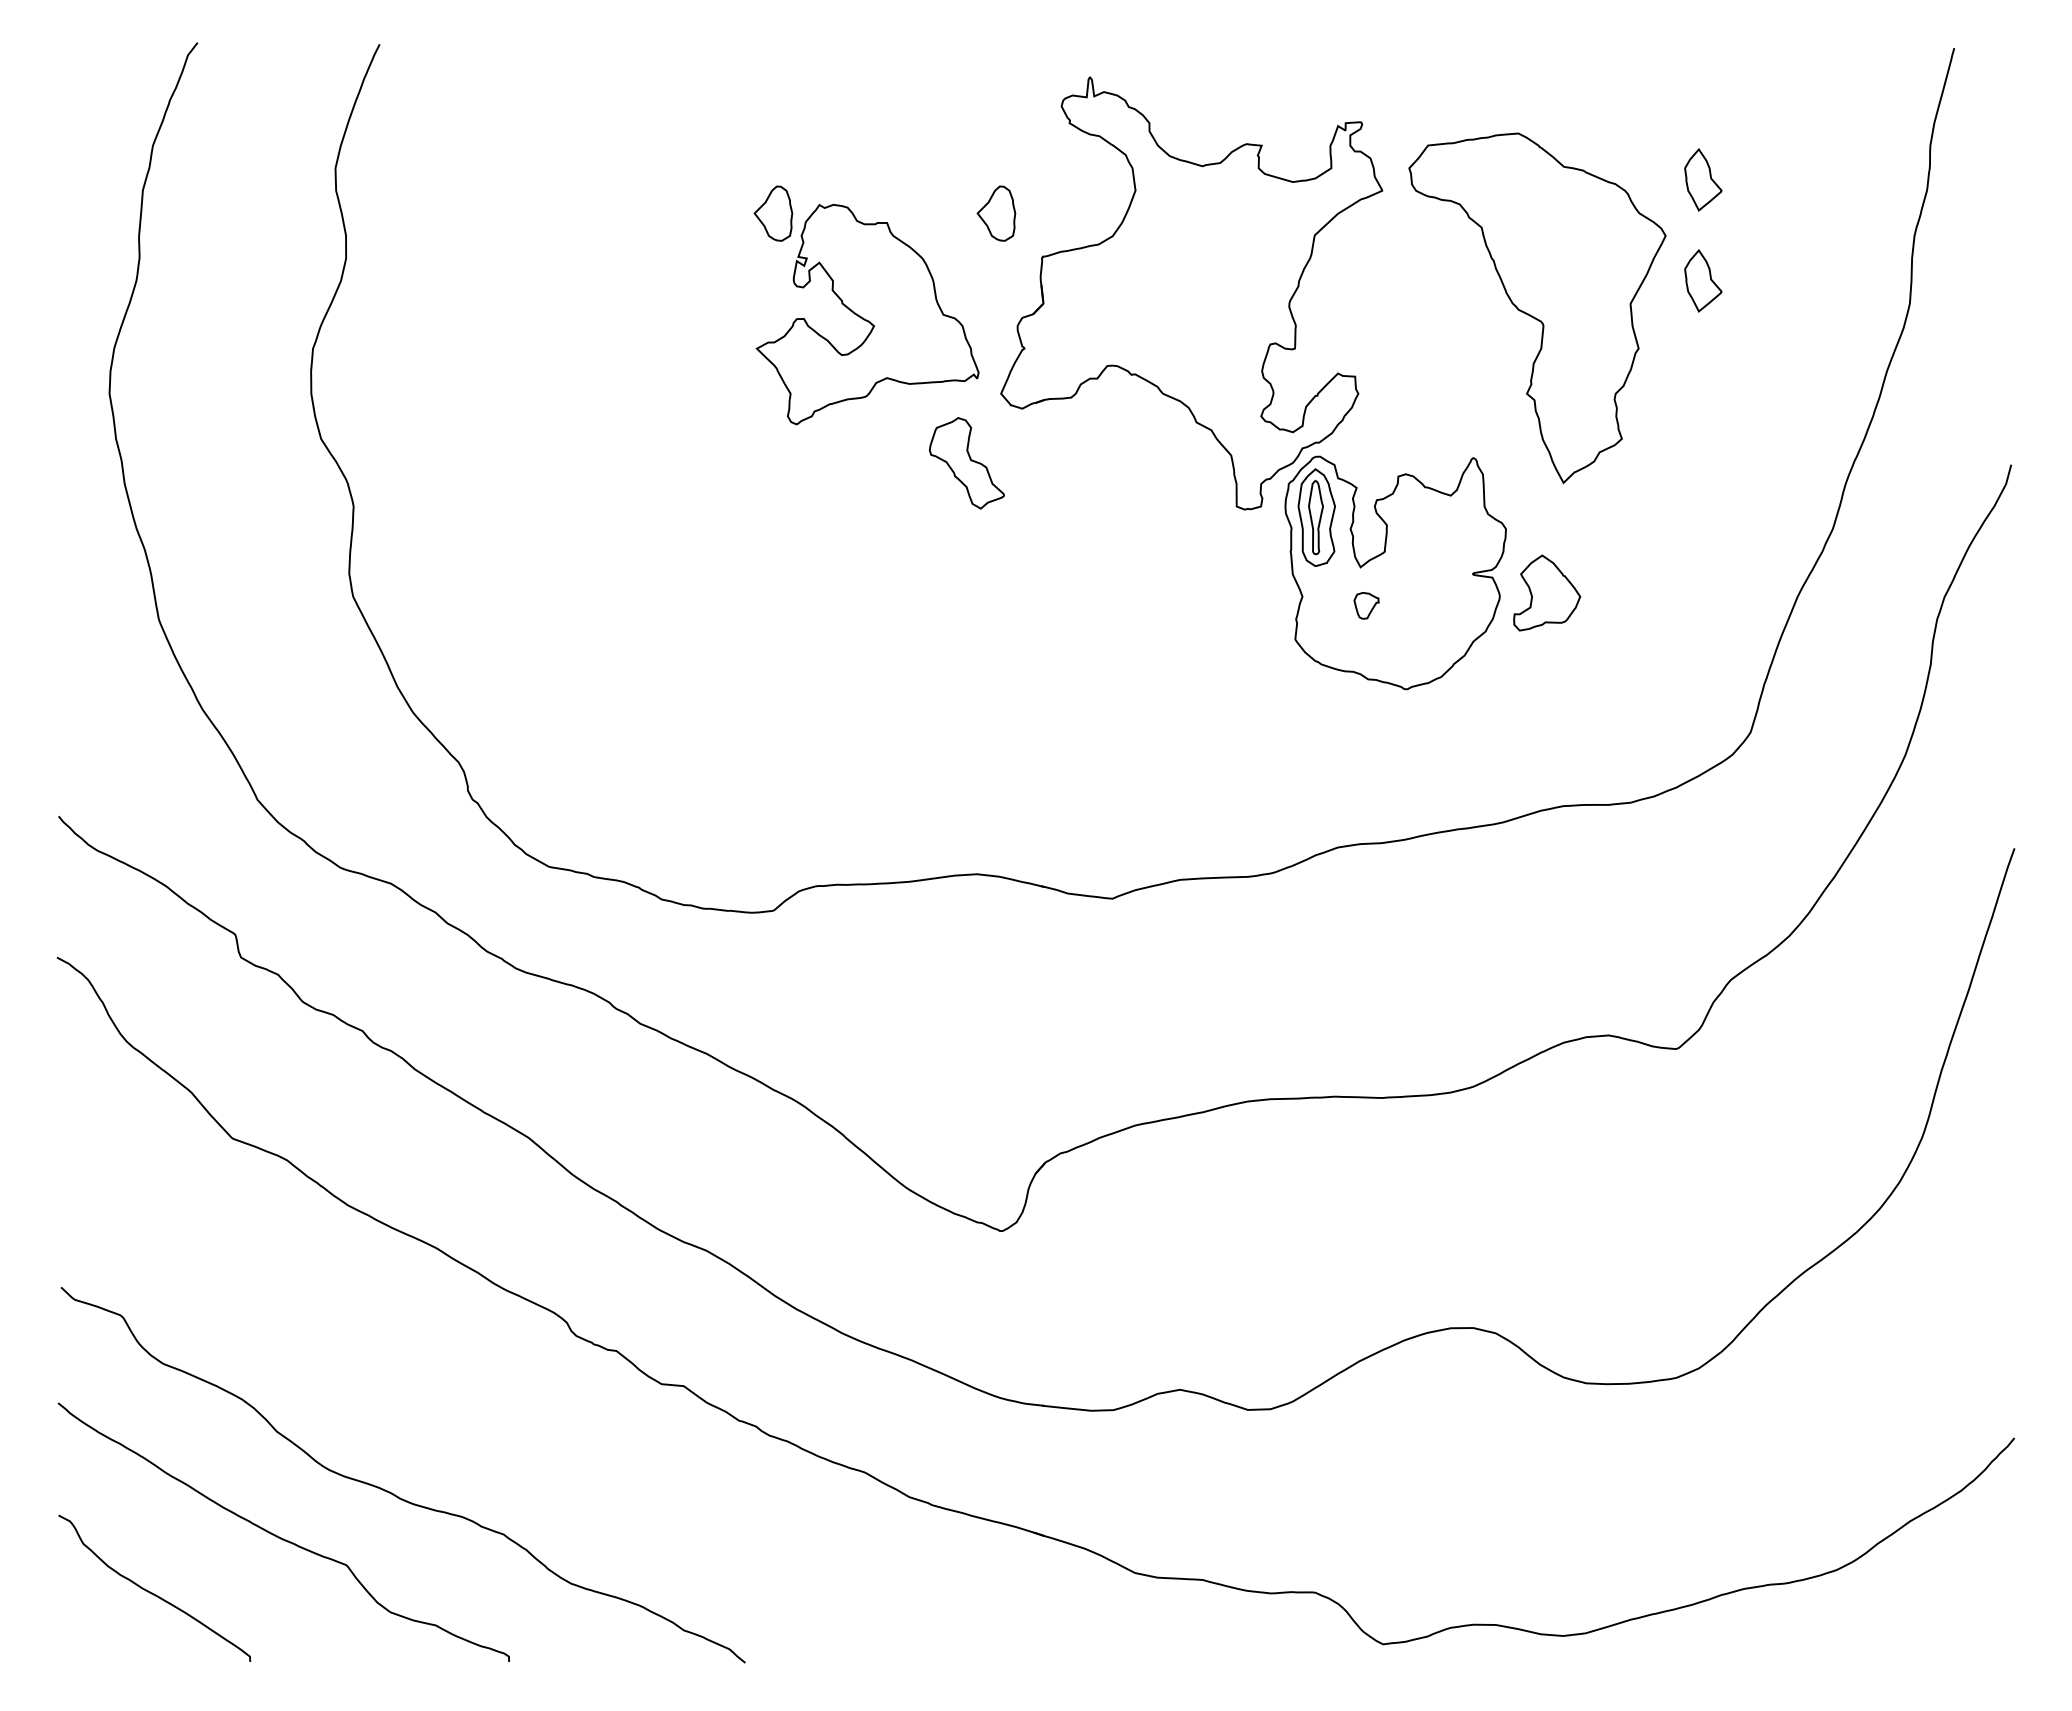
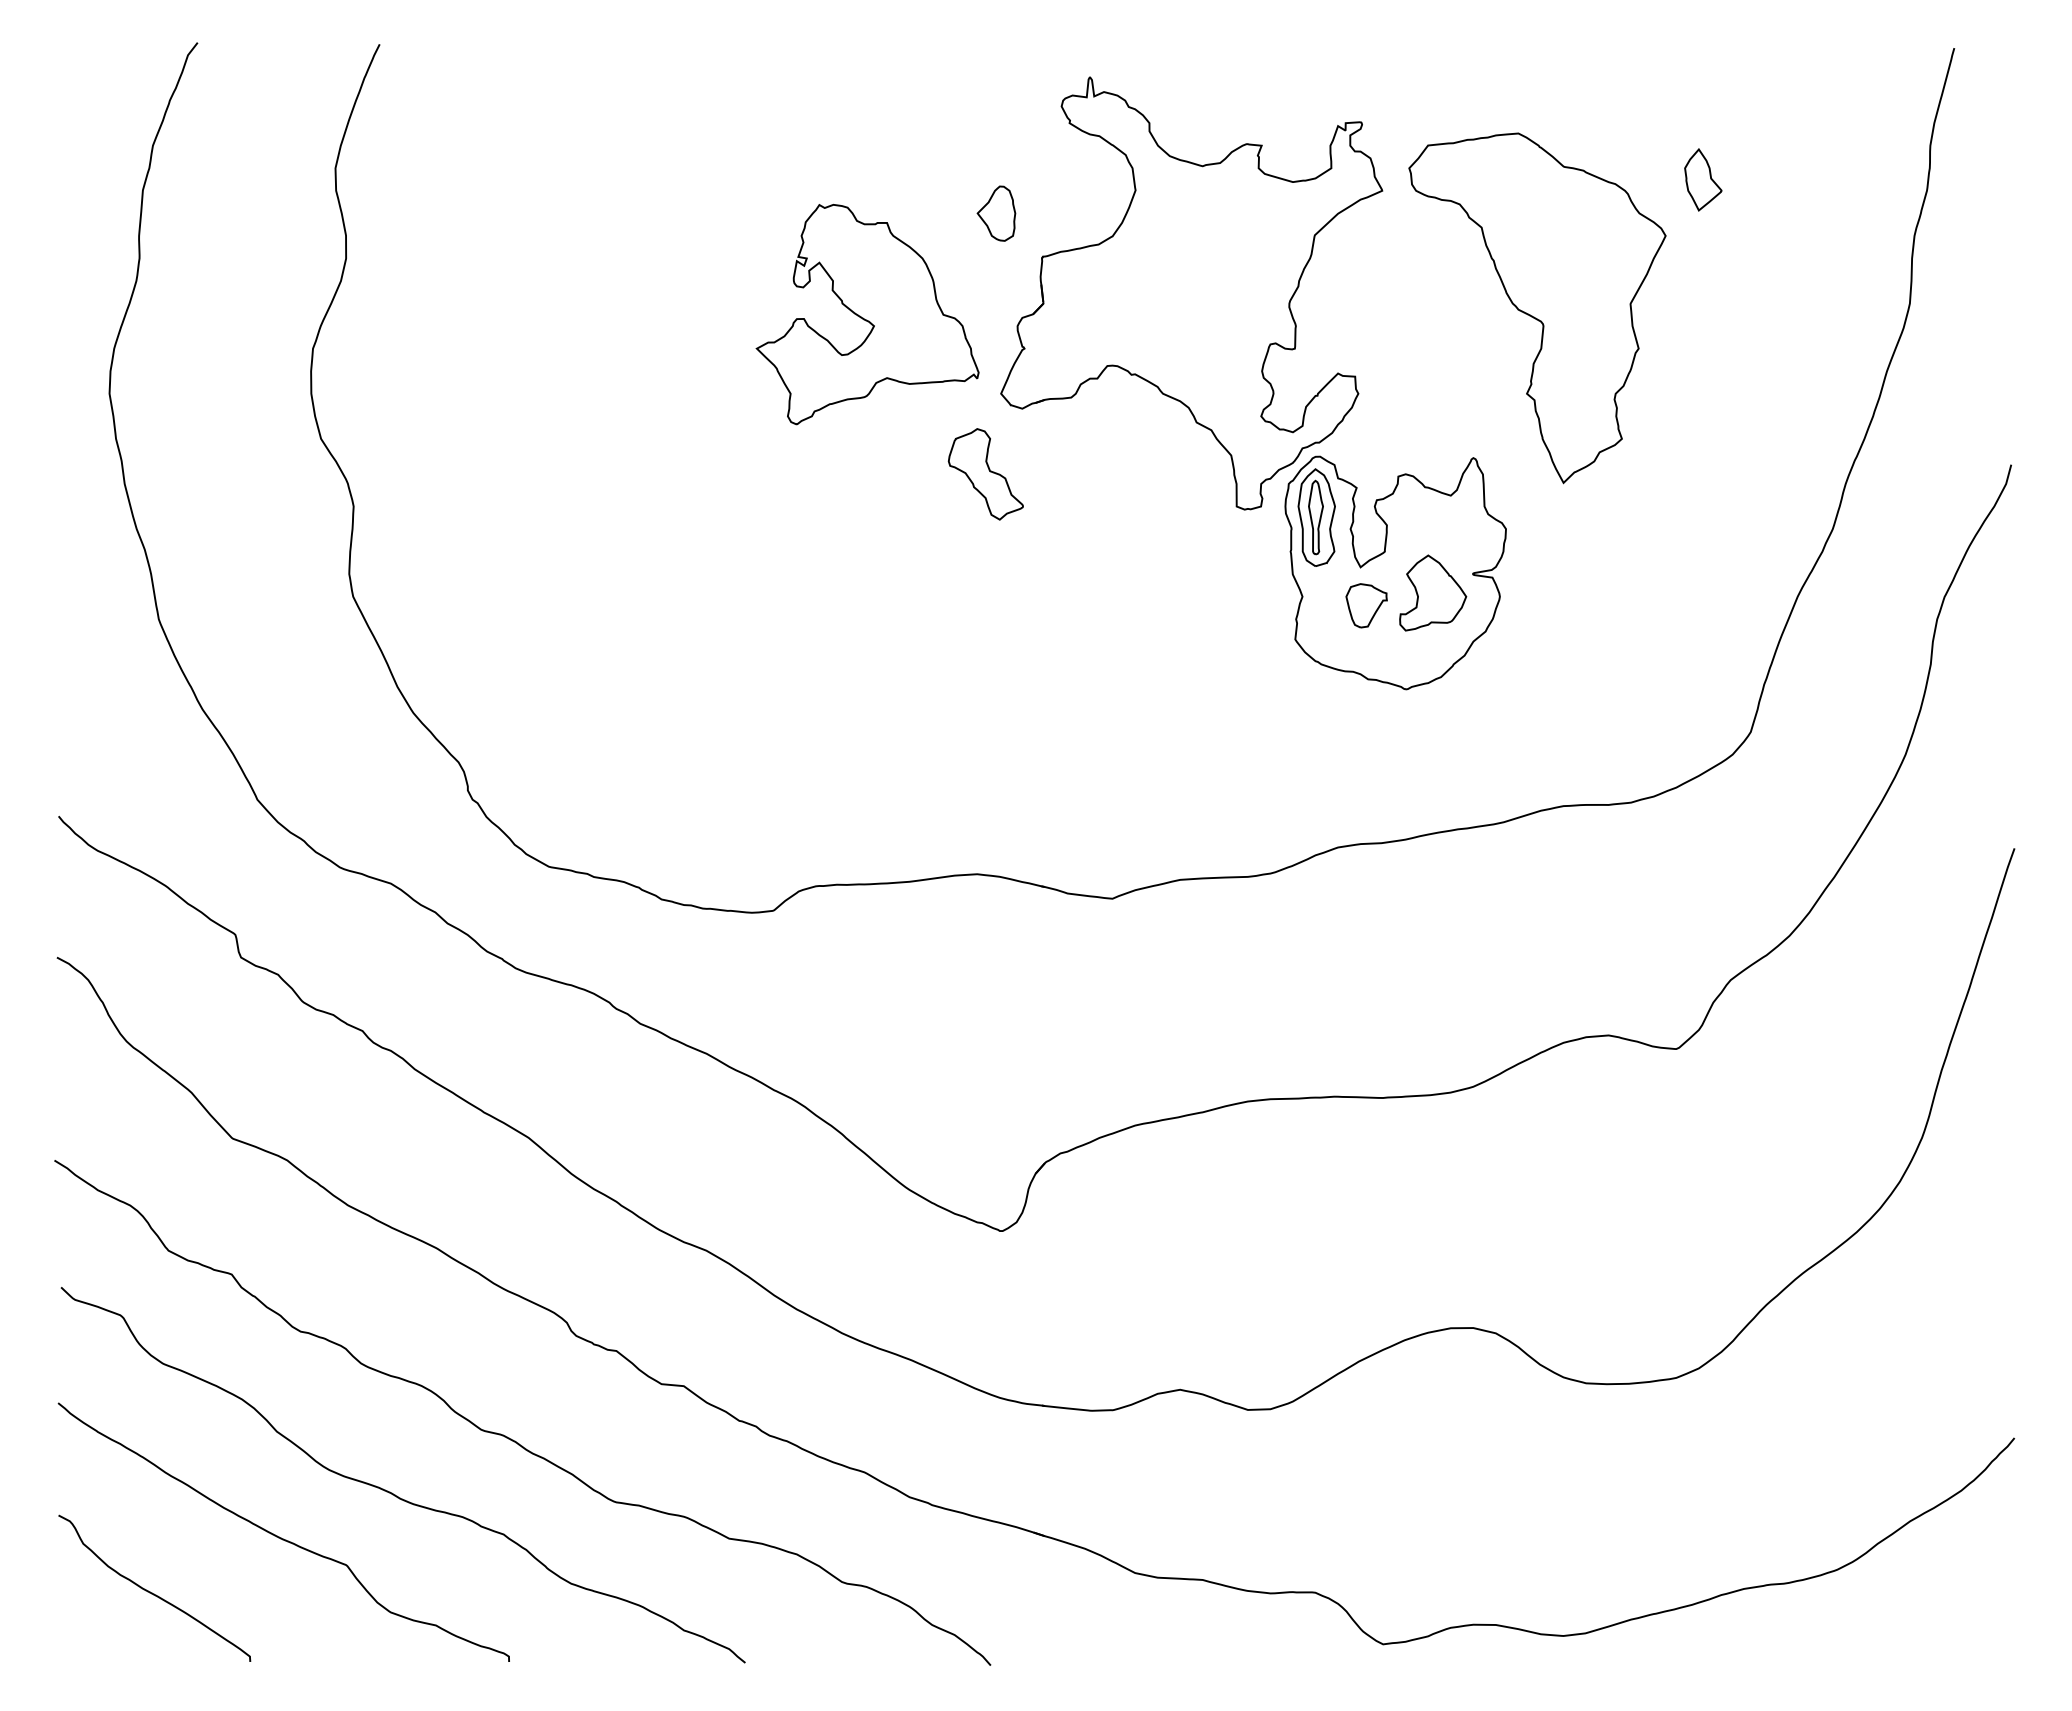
part at (773, 213): present -> none
part at (1703, 280): present -> none
part at (966, 463) position: (966, 463) -> (985, 474)
part at (1547, 592) position: (1547, 592) -> (1433, 592)
part at (1366, 605) size: 27x28 px -> 43x46 px
curve at (509, 1437): none -> present
